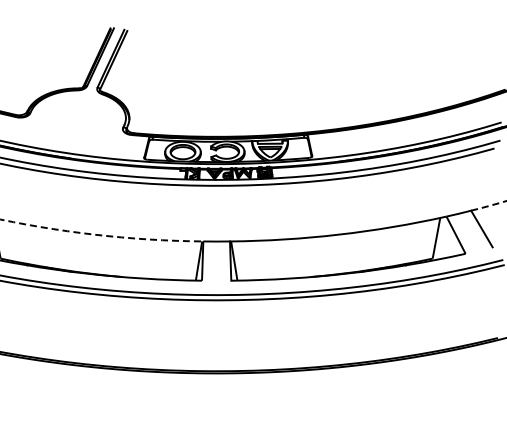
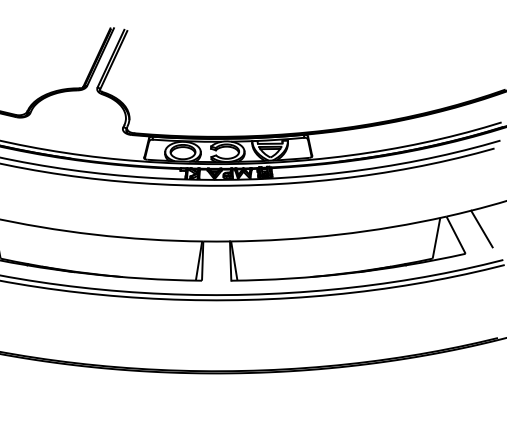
arc at (490, 205): dashed -> solid
arc at (101, 235): dashed -> solid
